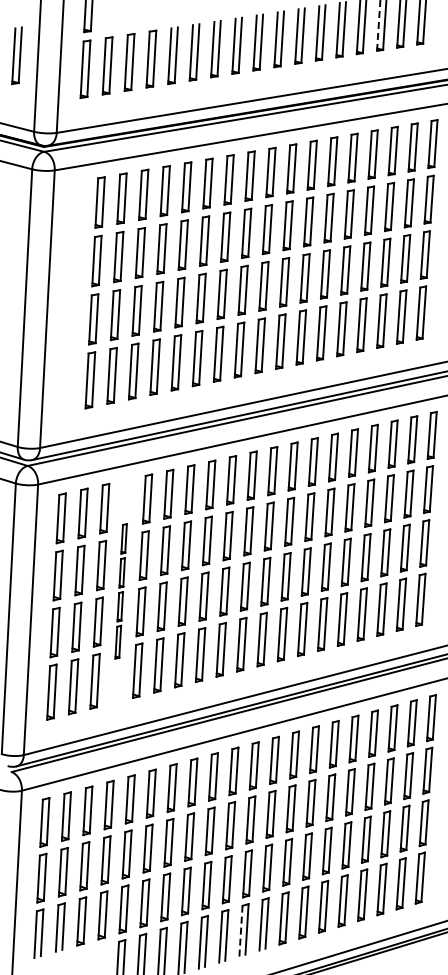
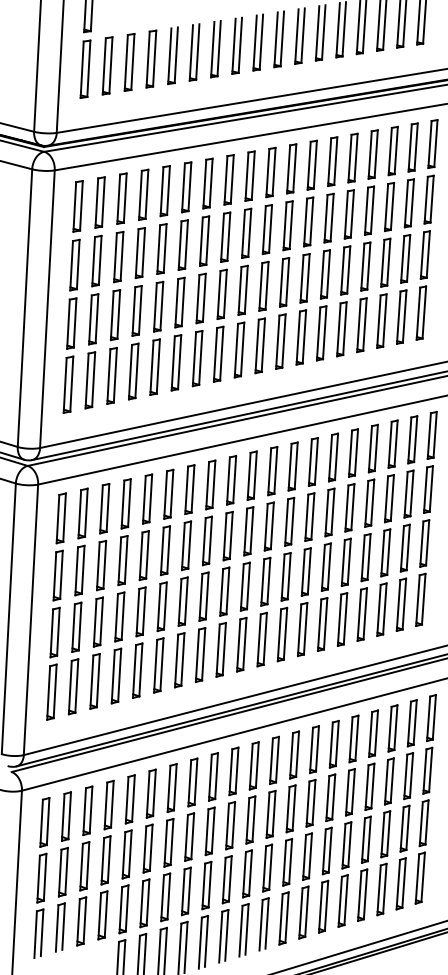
line at (378, 25): dashed -> solid
part at (16, 55): present -> none
part at (72, 296): none -> present
part at (120, 591) size: 14x137 px -> 22x227 px
line at (241, 930): dashed -> solid
